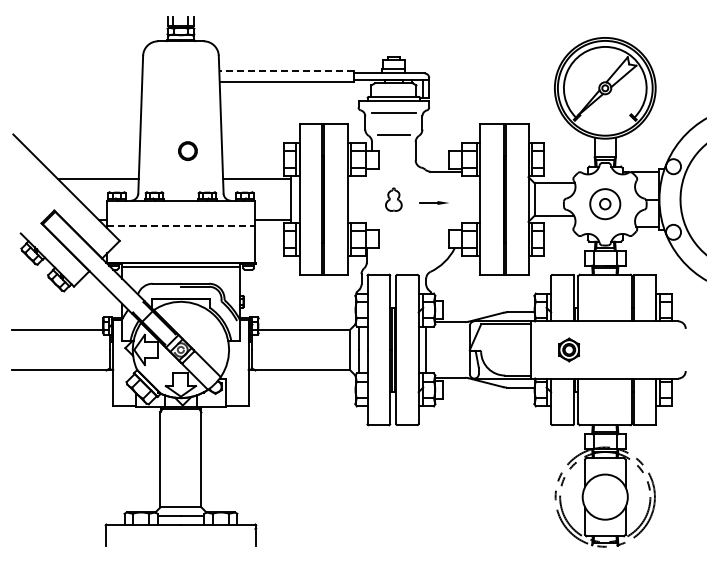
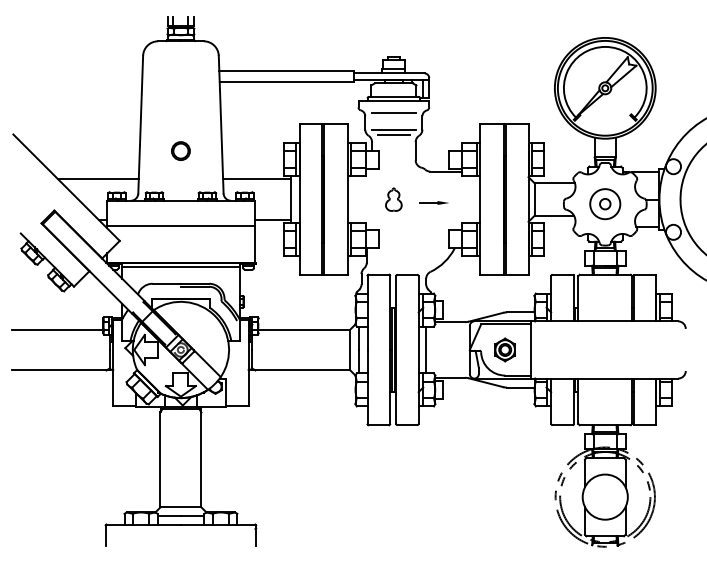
line at (286, 71): dashed -> solid
line at (393, 129): none -> present
circle at (187, 150) position: (187, 150) -> (180, 150)
line at (180, 226): dashed -> solid
part at (568, 349) position: (568, 349) -> (504, 349)
